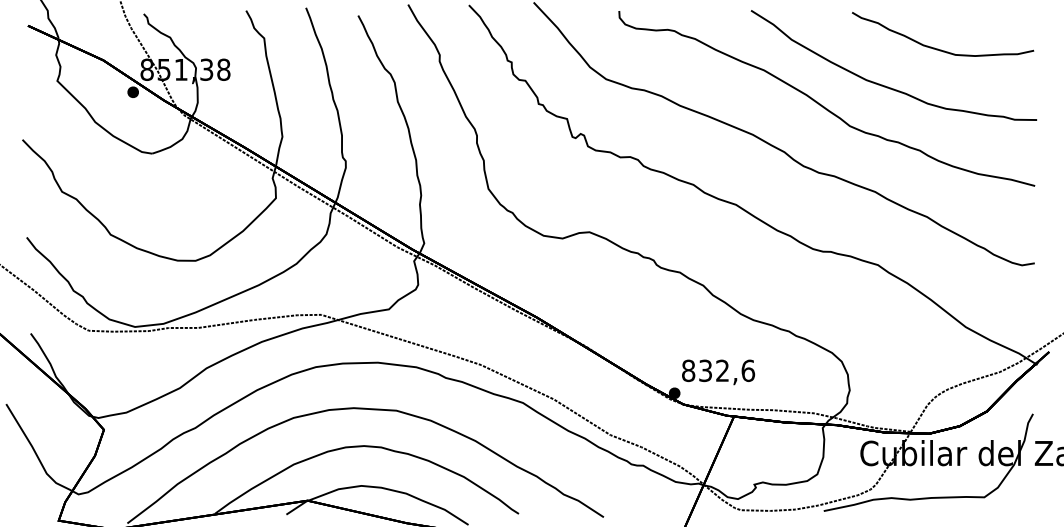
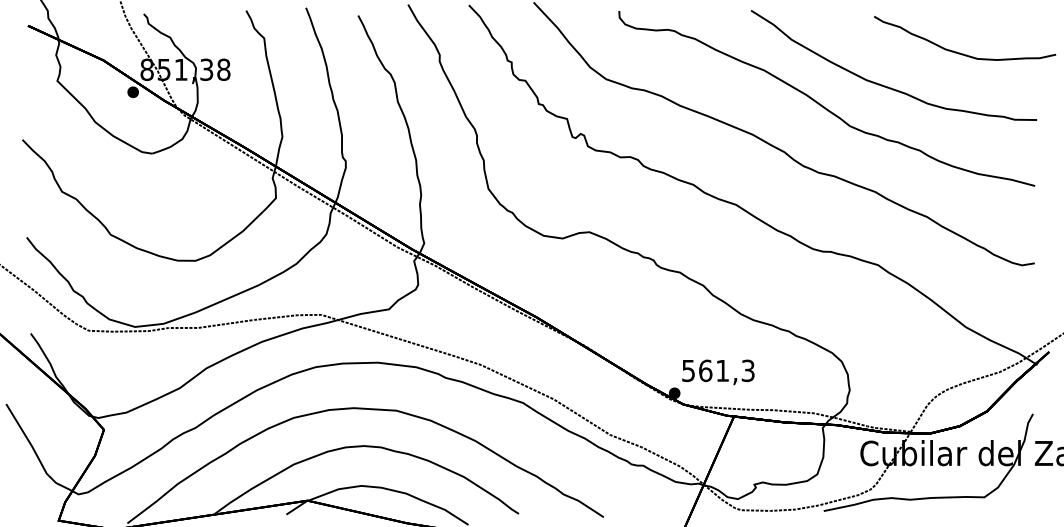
curve at (938, 48) position: (938, 48) -> (960, 52)
text at (718, 370): 832,6 -> 561,3
